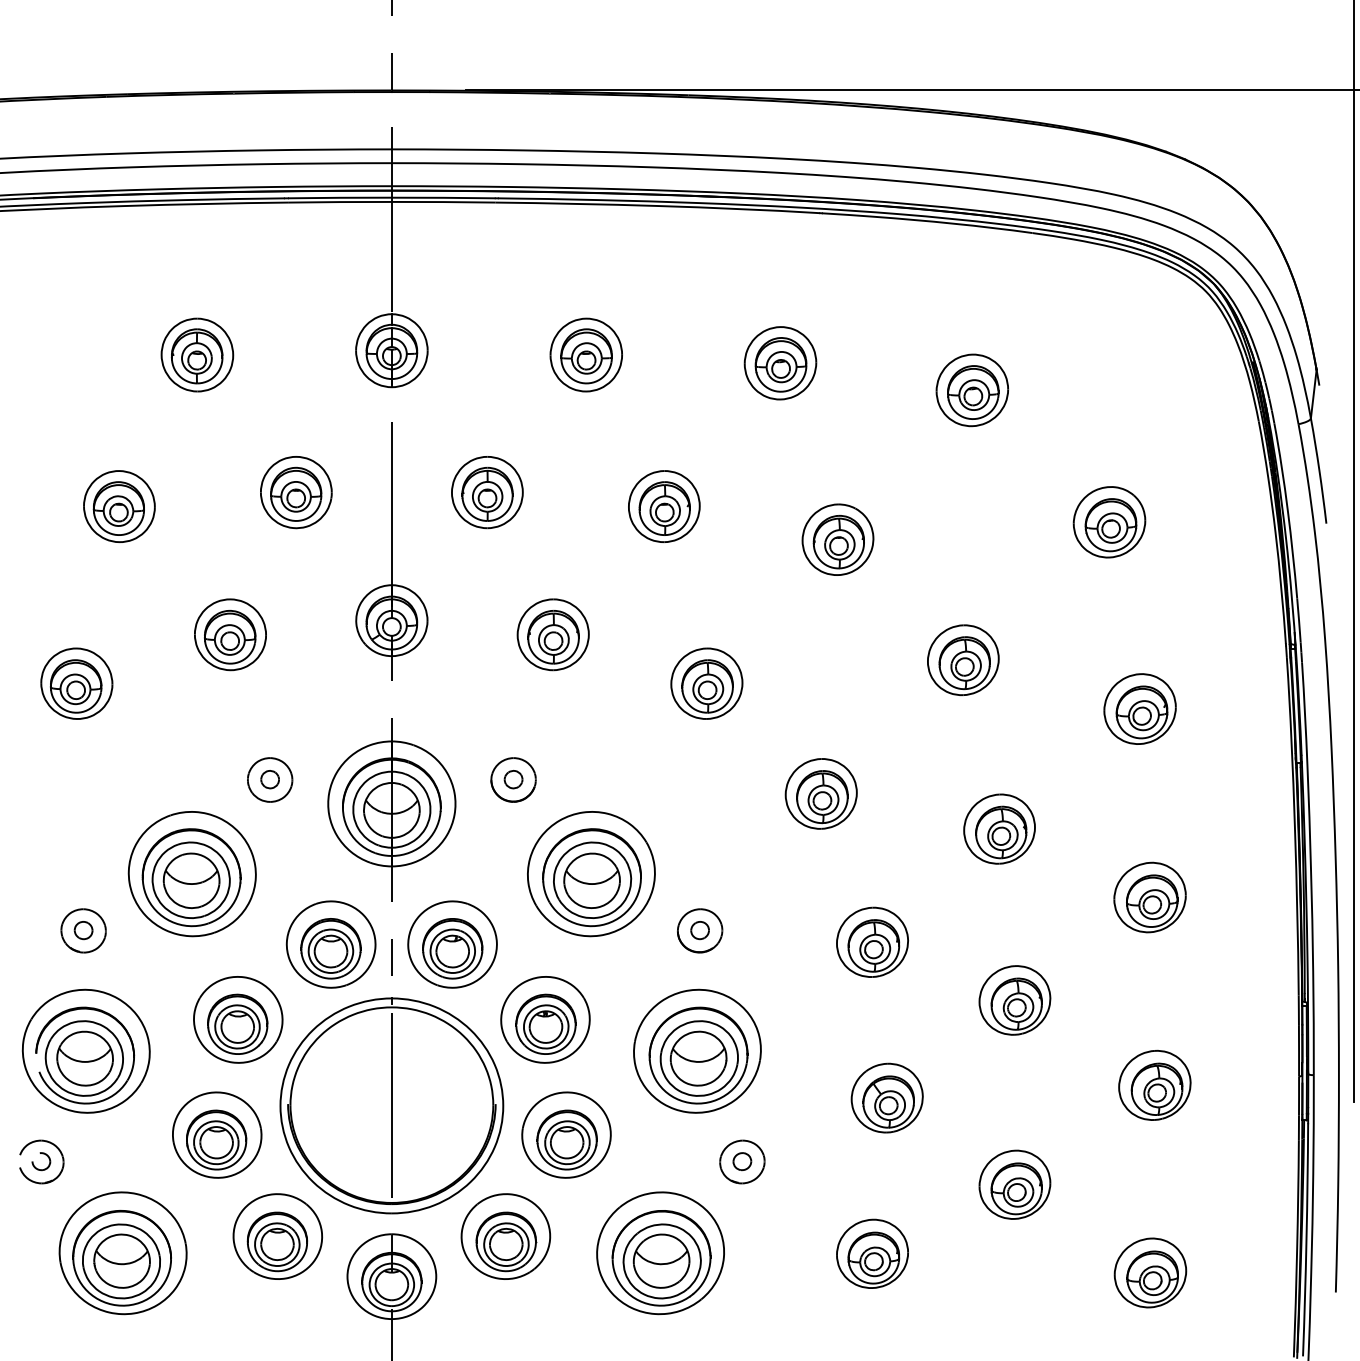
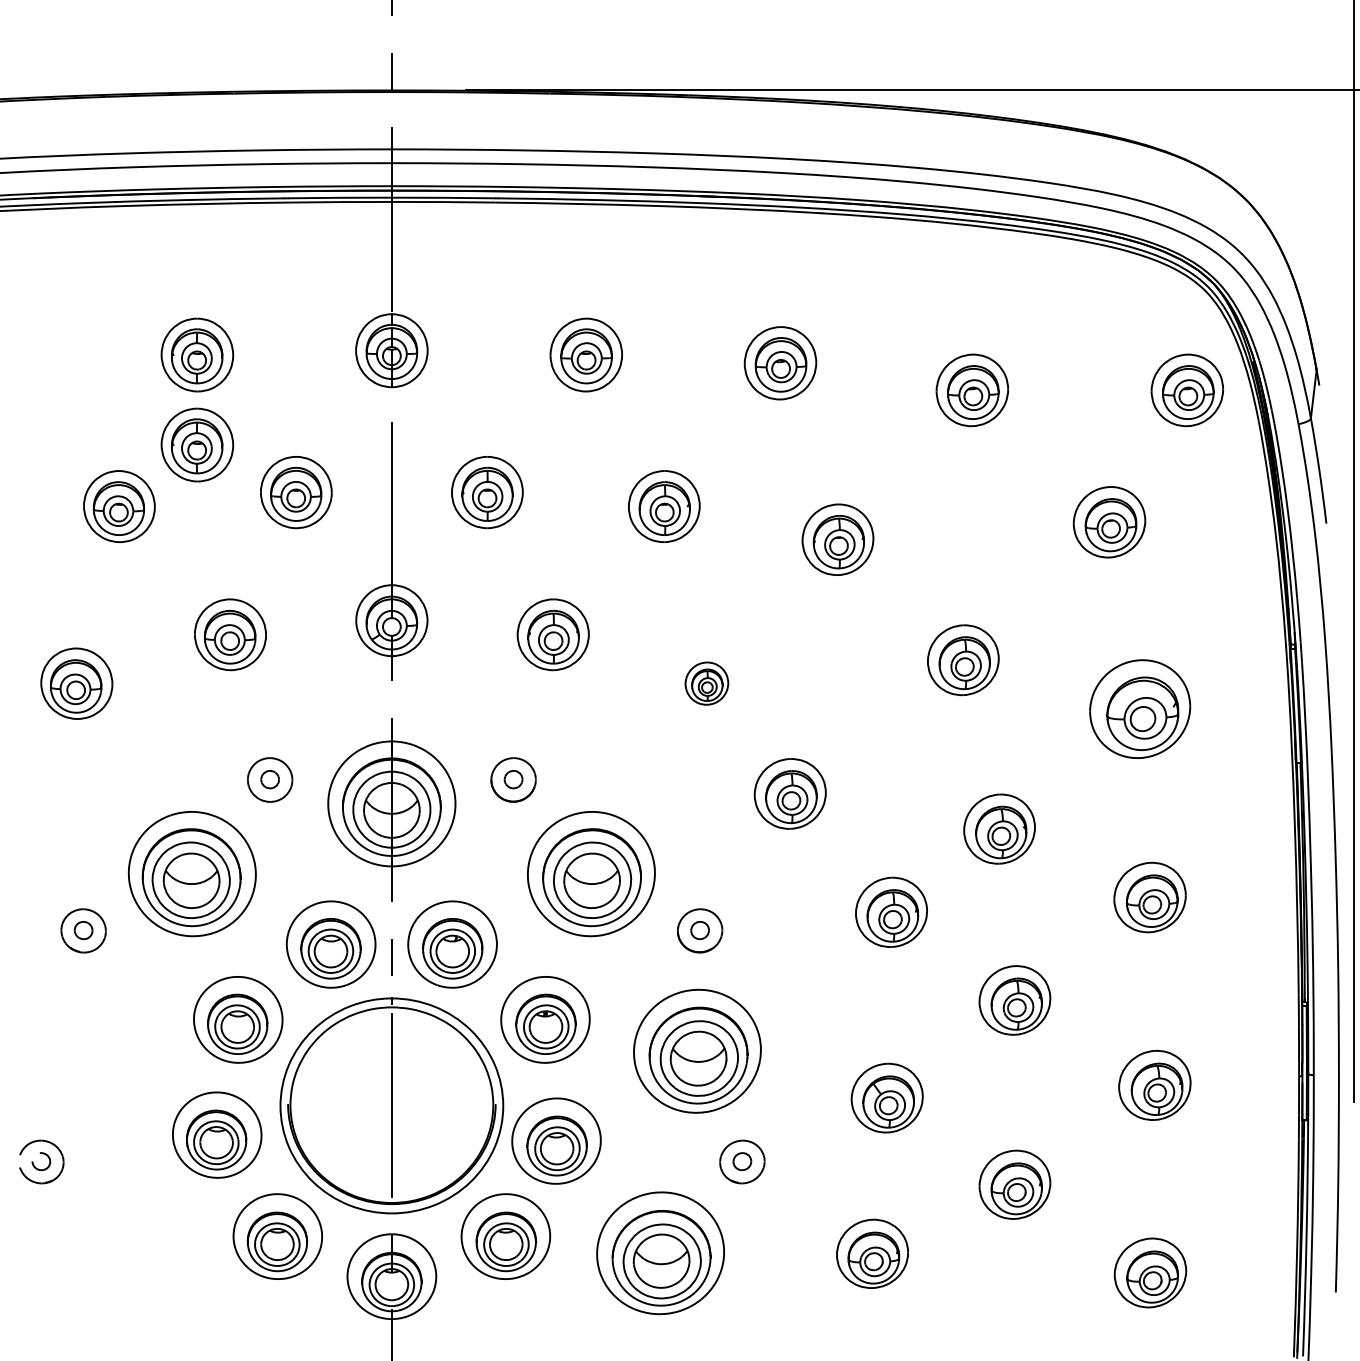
part at (1187, 390): none -> present
part at (197, 444): none -> present
part at (706, 683) size: 74x73 px -> 46x45 px
part at (1139, 708) size: 74x72 px -> 103x100 px
part at (820, 793) position: (820, 793) -> (789, 793)
part at (872, 941) position: (872, 941) -> (891, 911)
part at (85, 1050): present -> none
part at (566, 1134) position: (566, 1134) -> (556, 1140)
part at (122, 1253): present -> none
